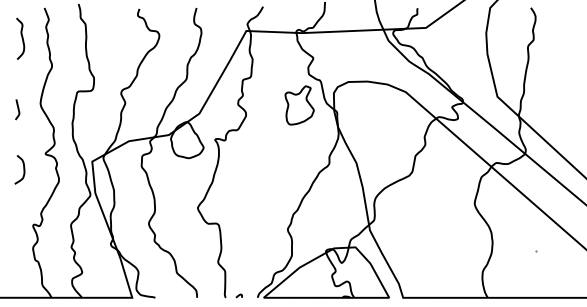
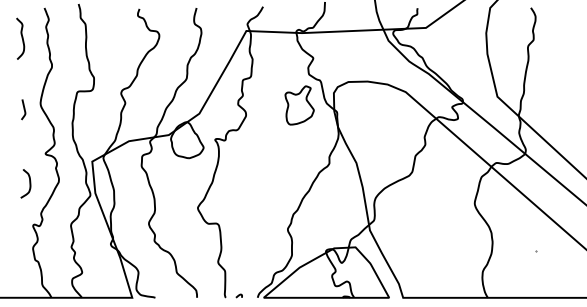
curve at (17, 109) position: (17, 109) -> (23, 109)
curve at (23, 169) position: (23, 169) -> (29, 183)
